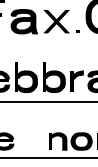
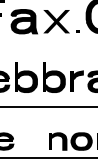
line at (48, 102) position: (48, 102) -> (48, 107)
